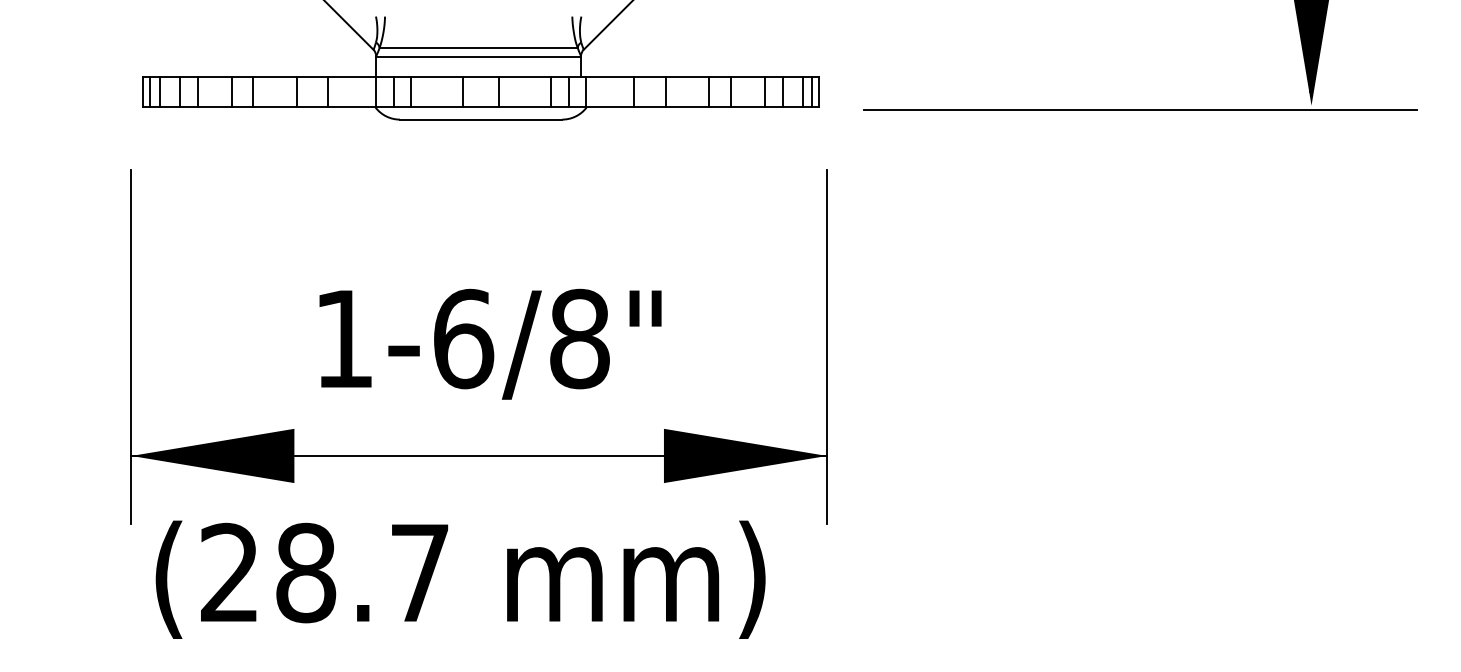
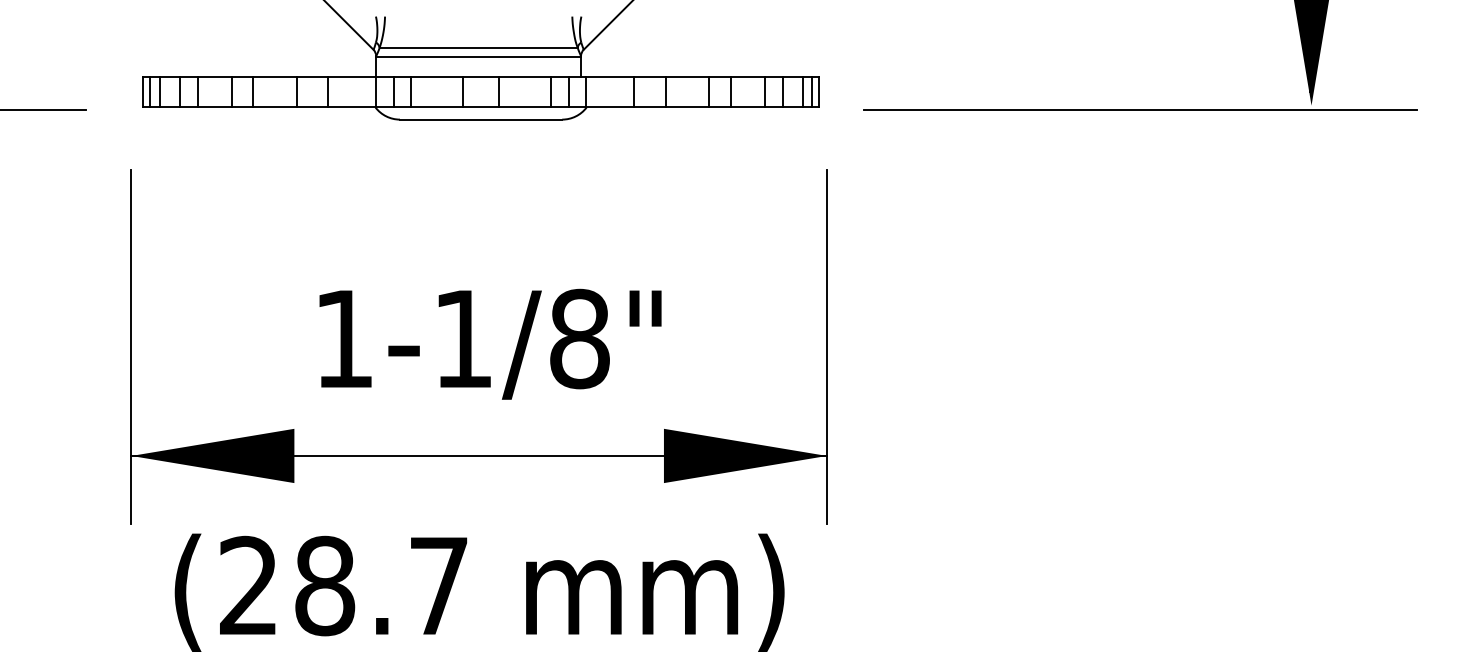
line at (44, 110): none -> present
text at (464, 338): 1-6/8" -> 1-1/8"
text at (460, 579) position: (460, 579) -> (479, 592)
